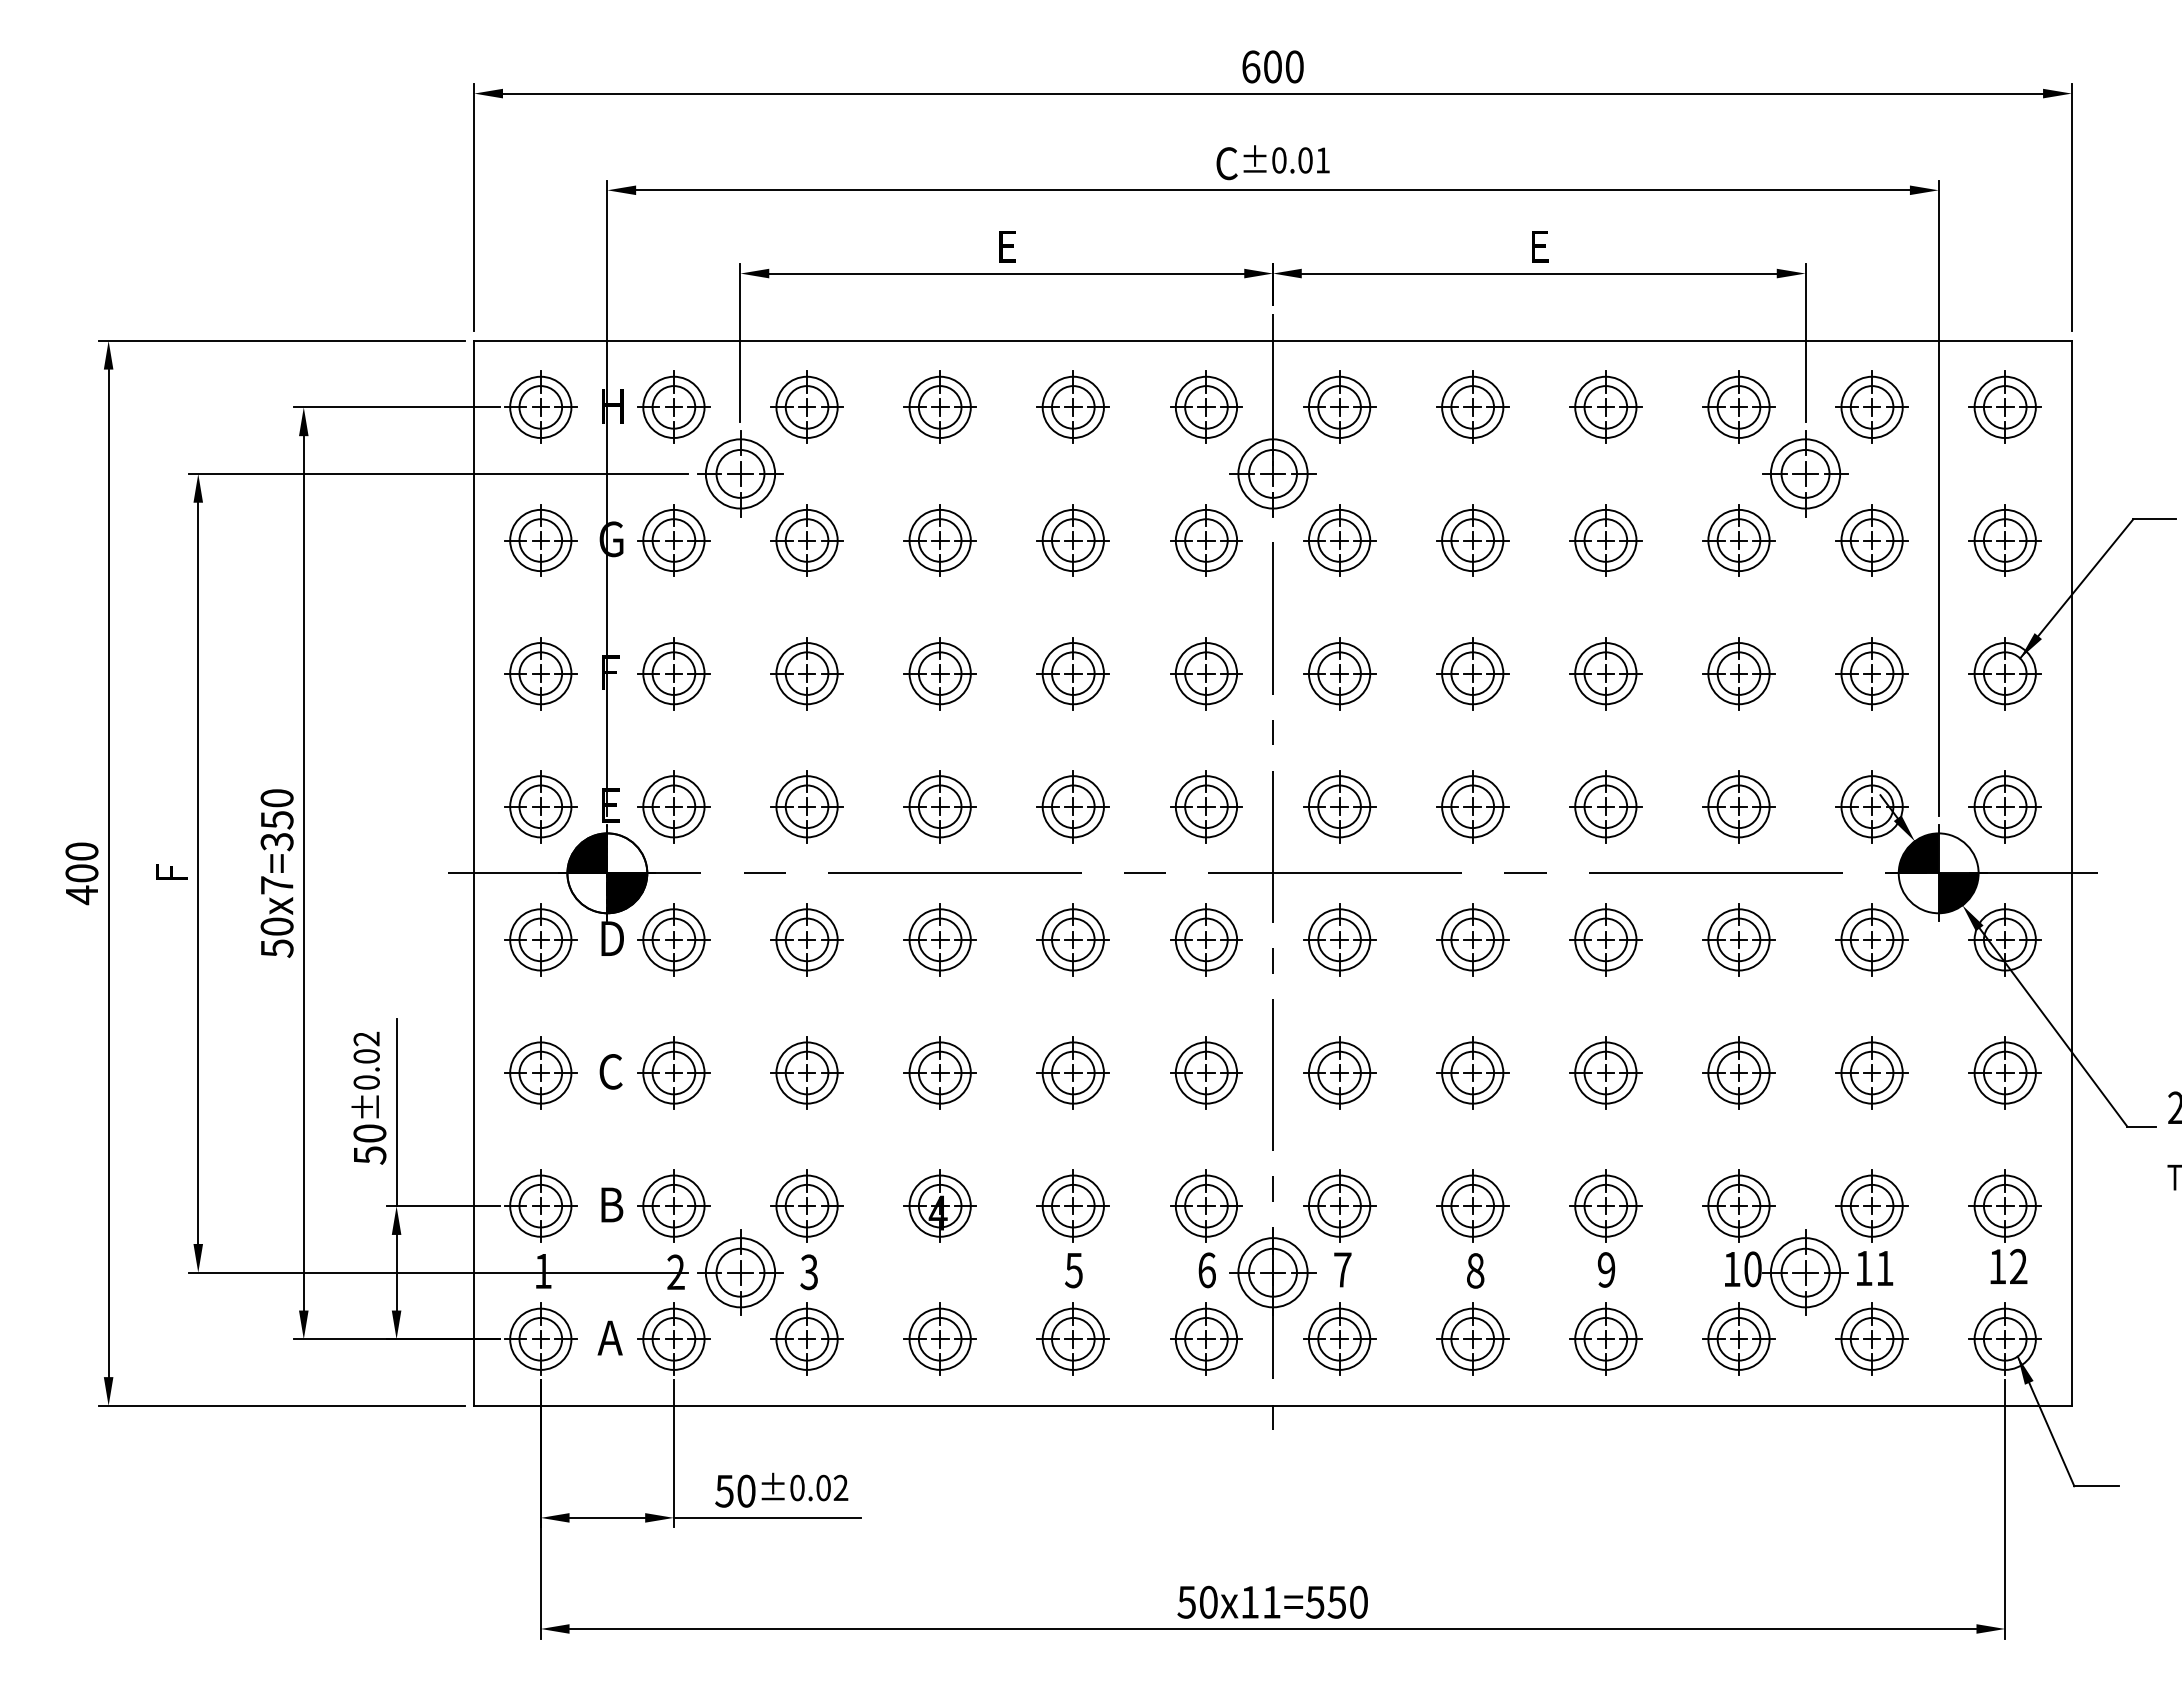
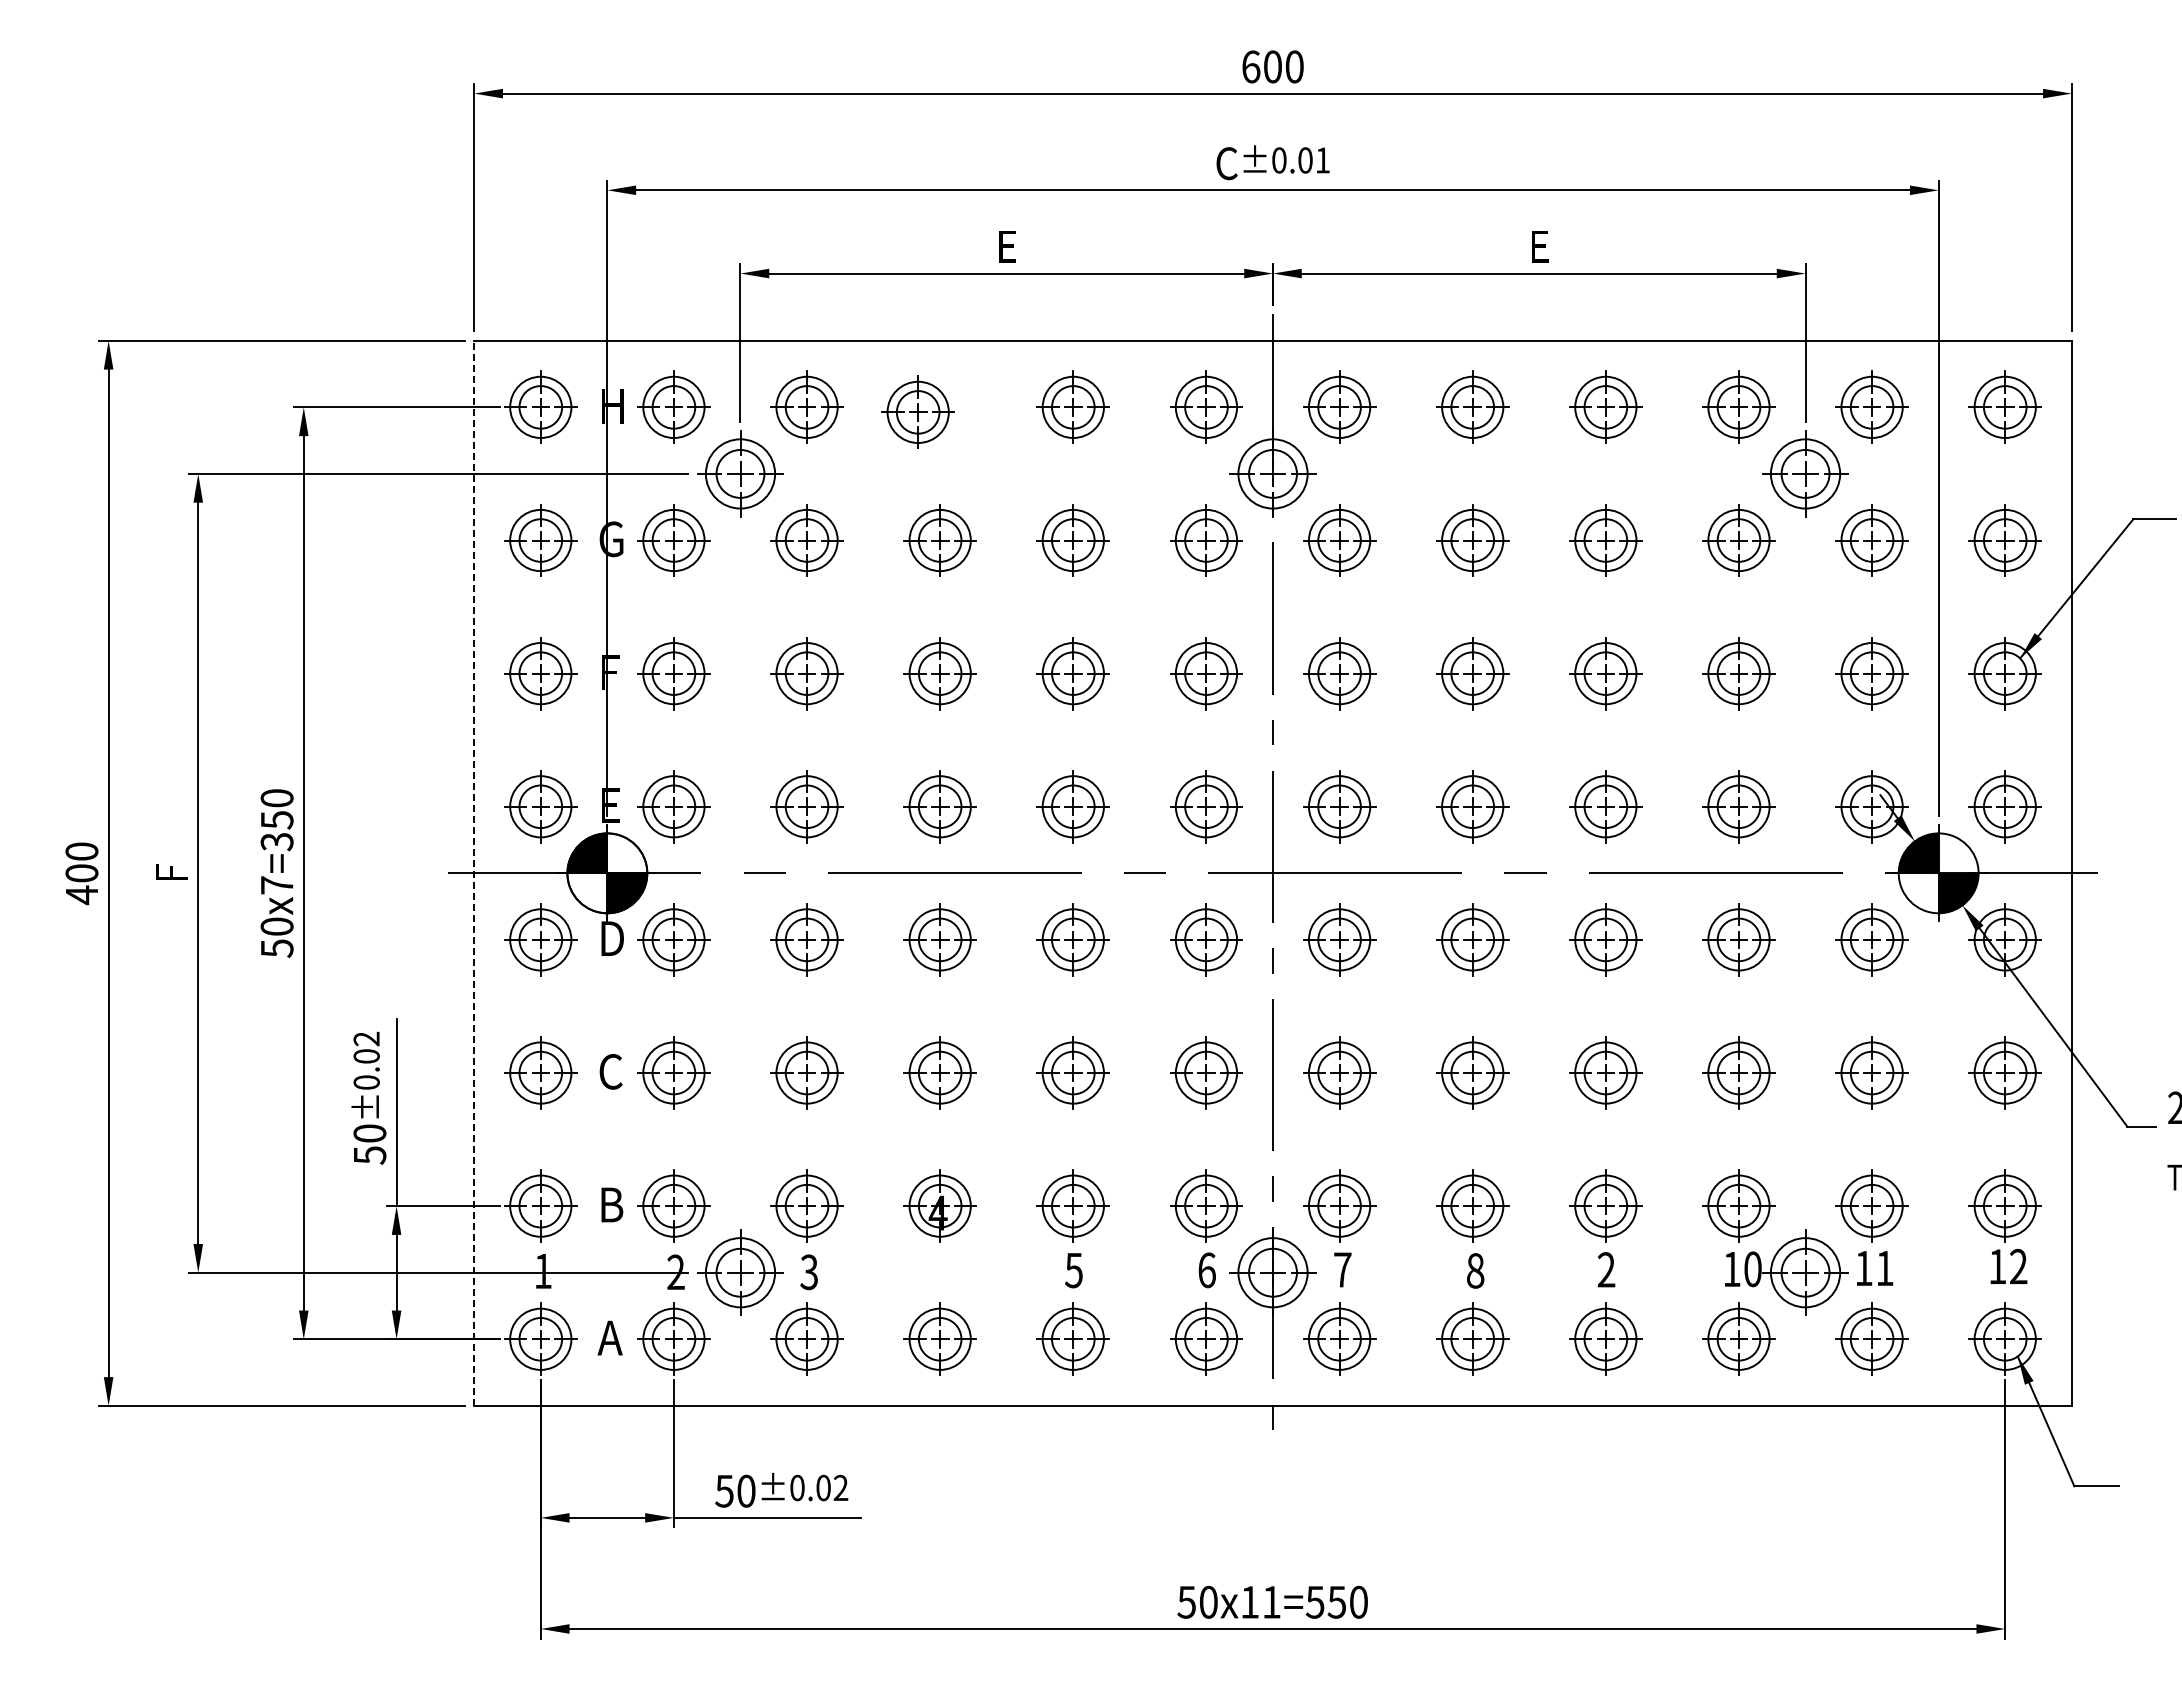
part at (939, 406) position: (939, 406) -> (917, 411)
line at (474, 873): solid -> dashed
text at (1606, 1269): 9 -> 2
